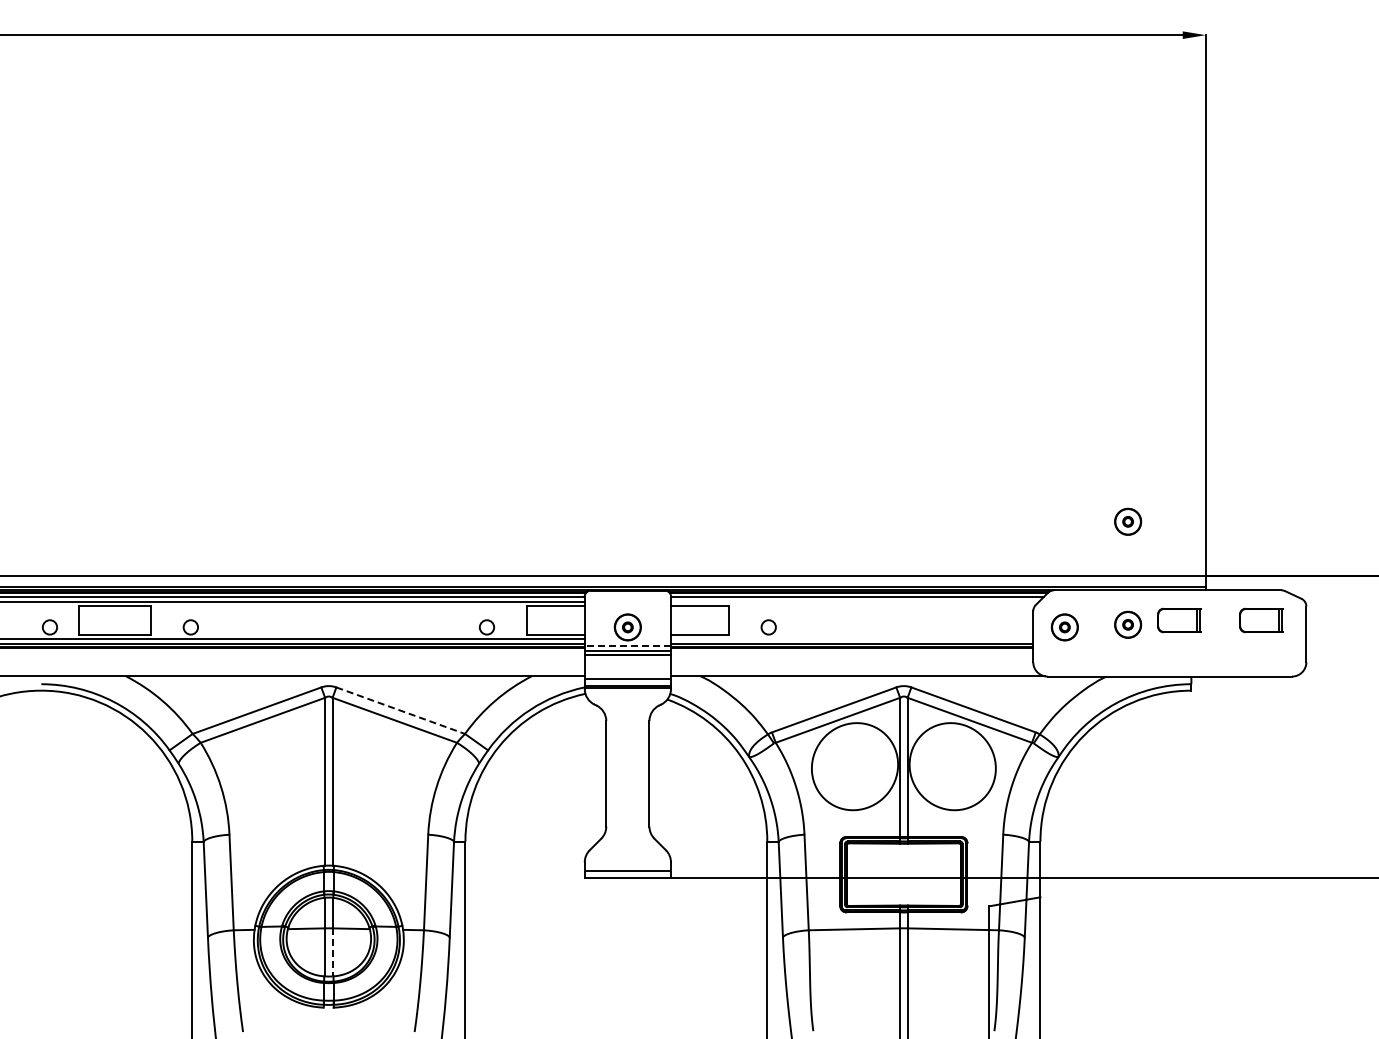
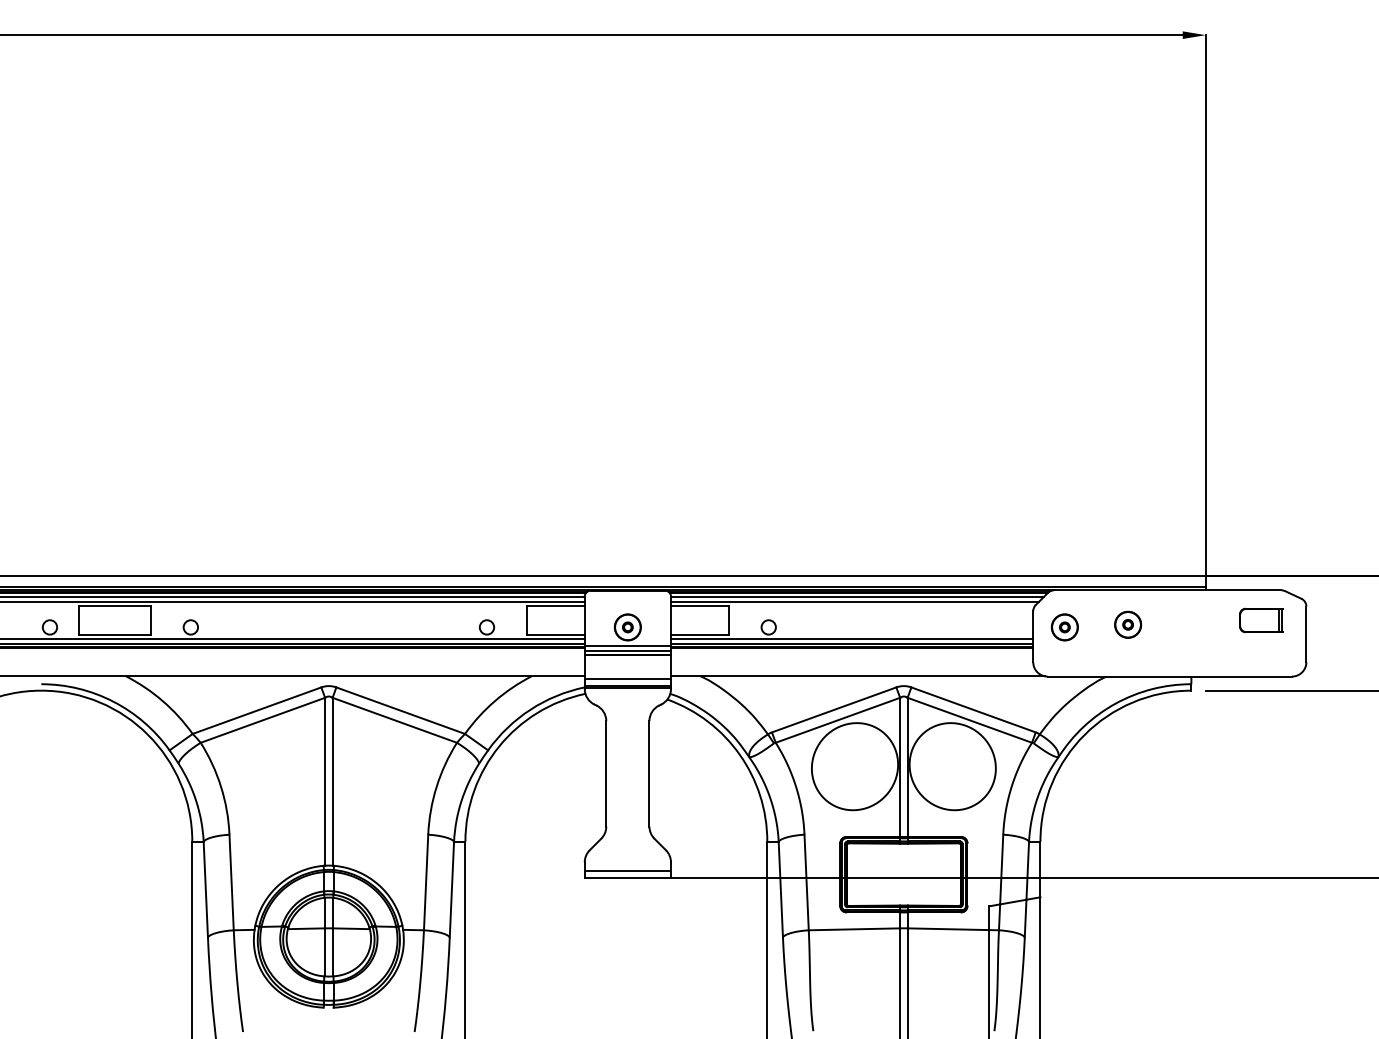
part at (1128, 521): present -> none
line at (855, 601): none -> present
part at (1179, 620): present -> none
line at (852, 638): none -> present
line at (627, 646): dashed -> solid
line at (1290, 690): none -> present
line at (401, 710): dashed -> solid
line at (332, 952): dashed -> solid
